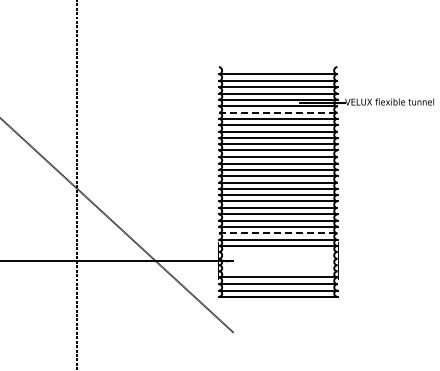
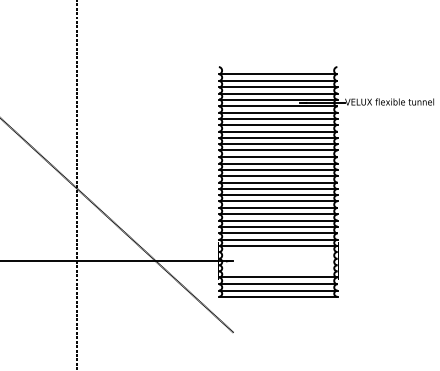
line at (278, 112): dashed -> solid
line at (278, 233): dashed -> solid
